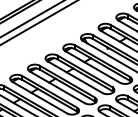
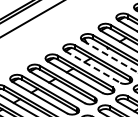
line at (38, 22): present -> none
line at (110, 56): solid -> dashed
line at (92, 66): solid -> dashed
